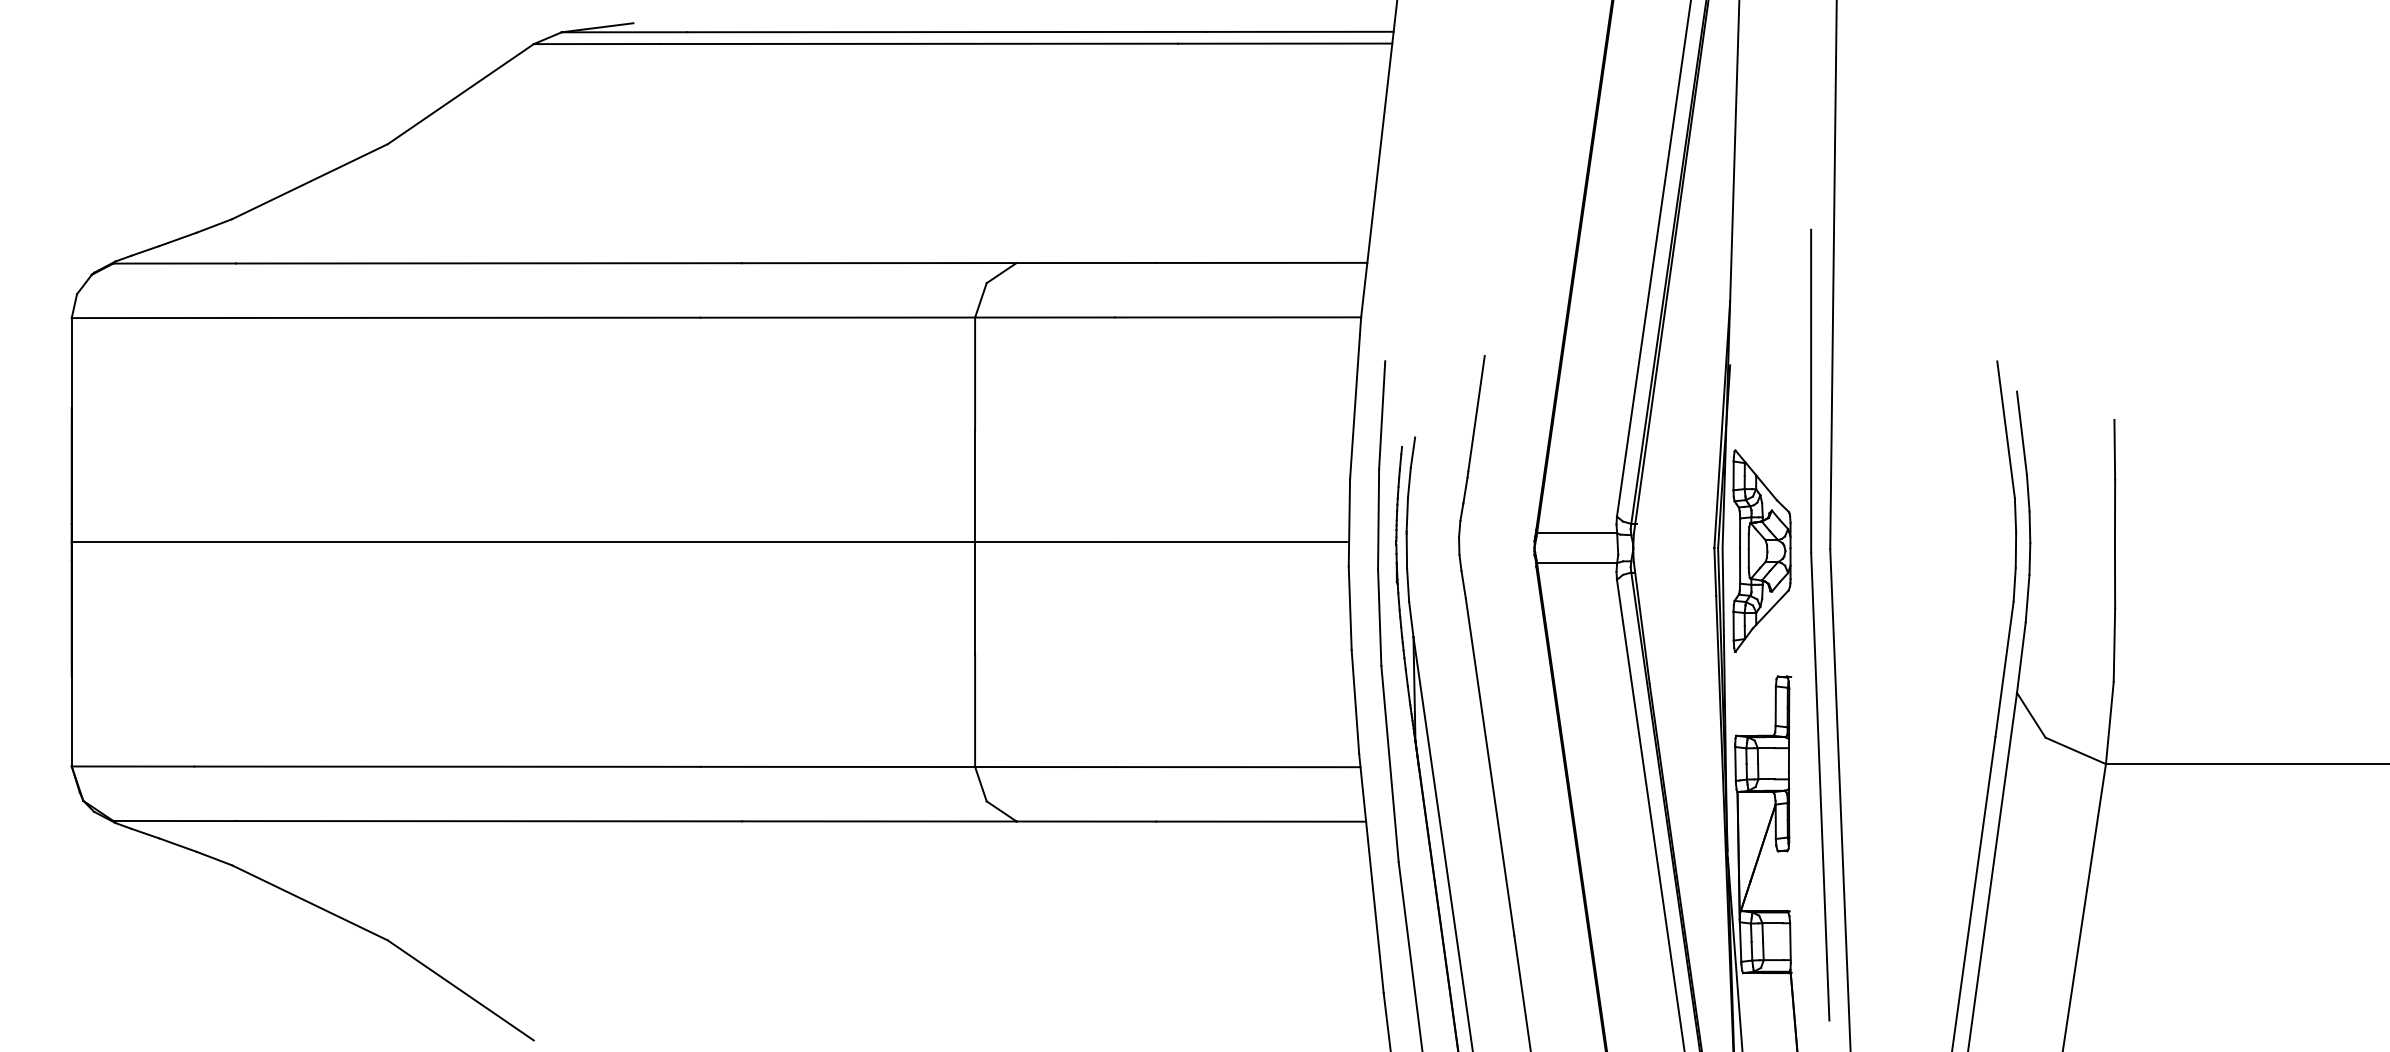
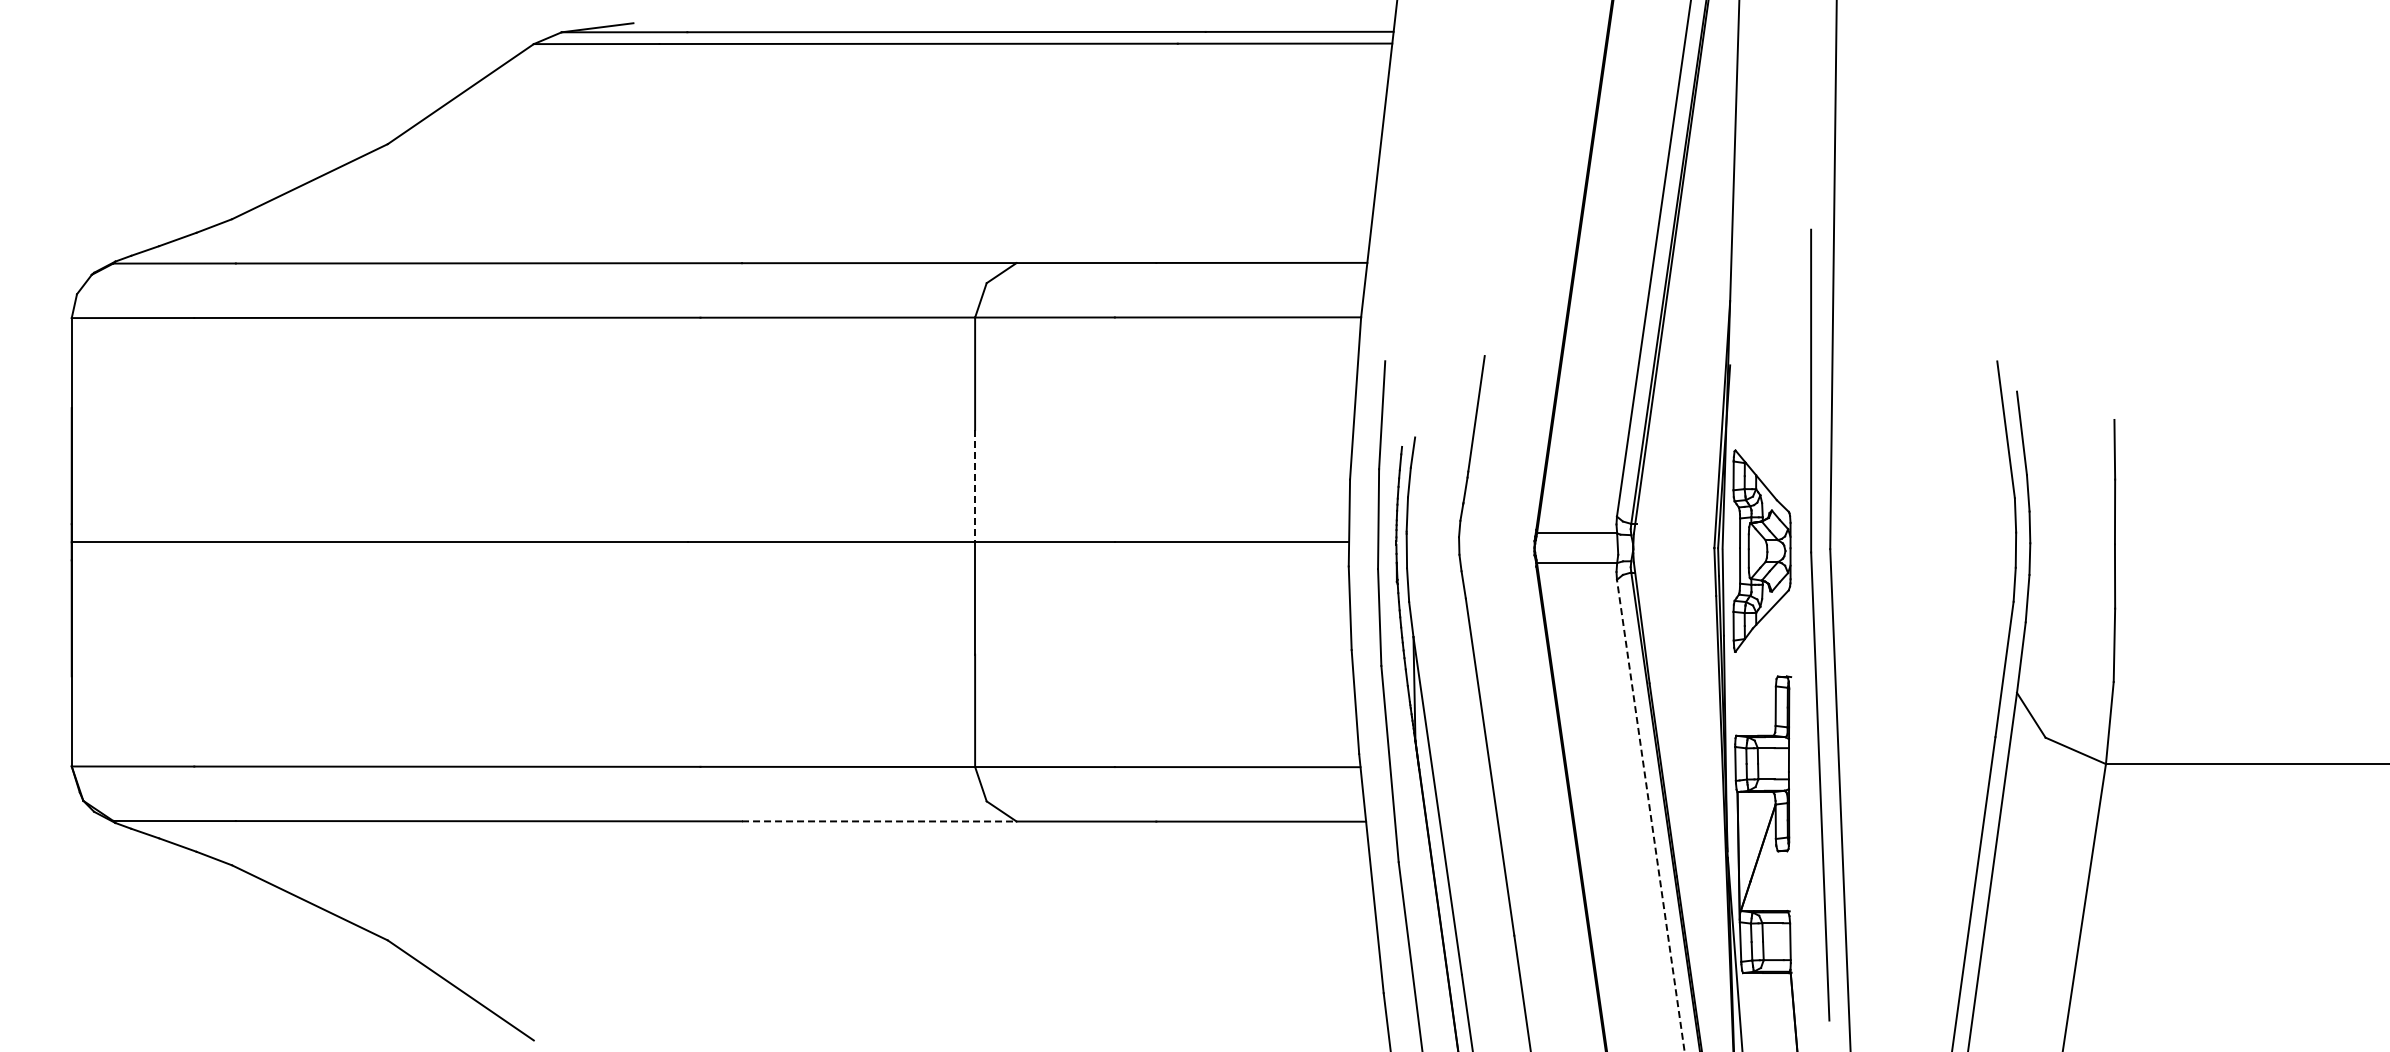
line at (975, 486): solid -> dashed
line at (1650, 815): solid -> dashed
line at (879, 821): solid -> dashed
